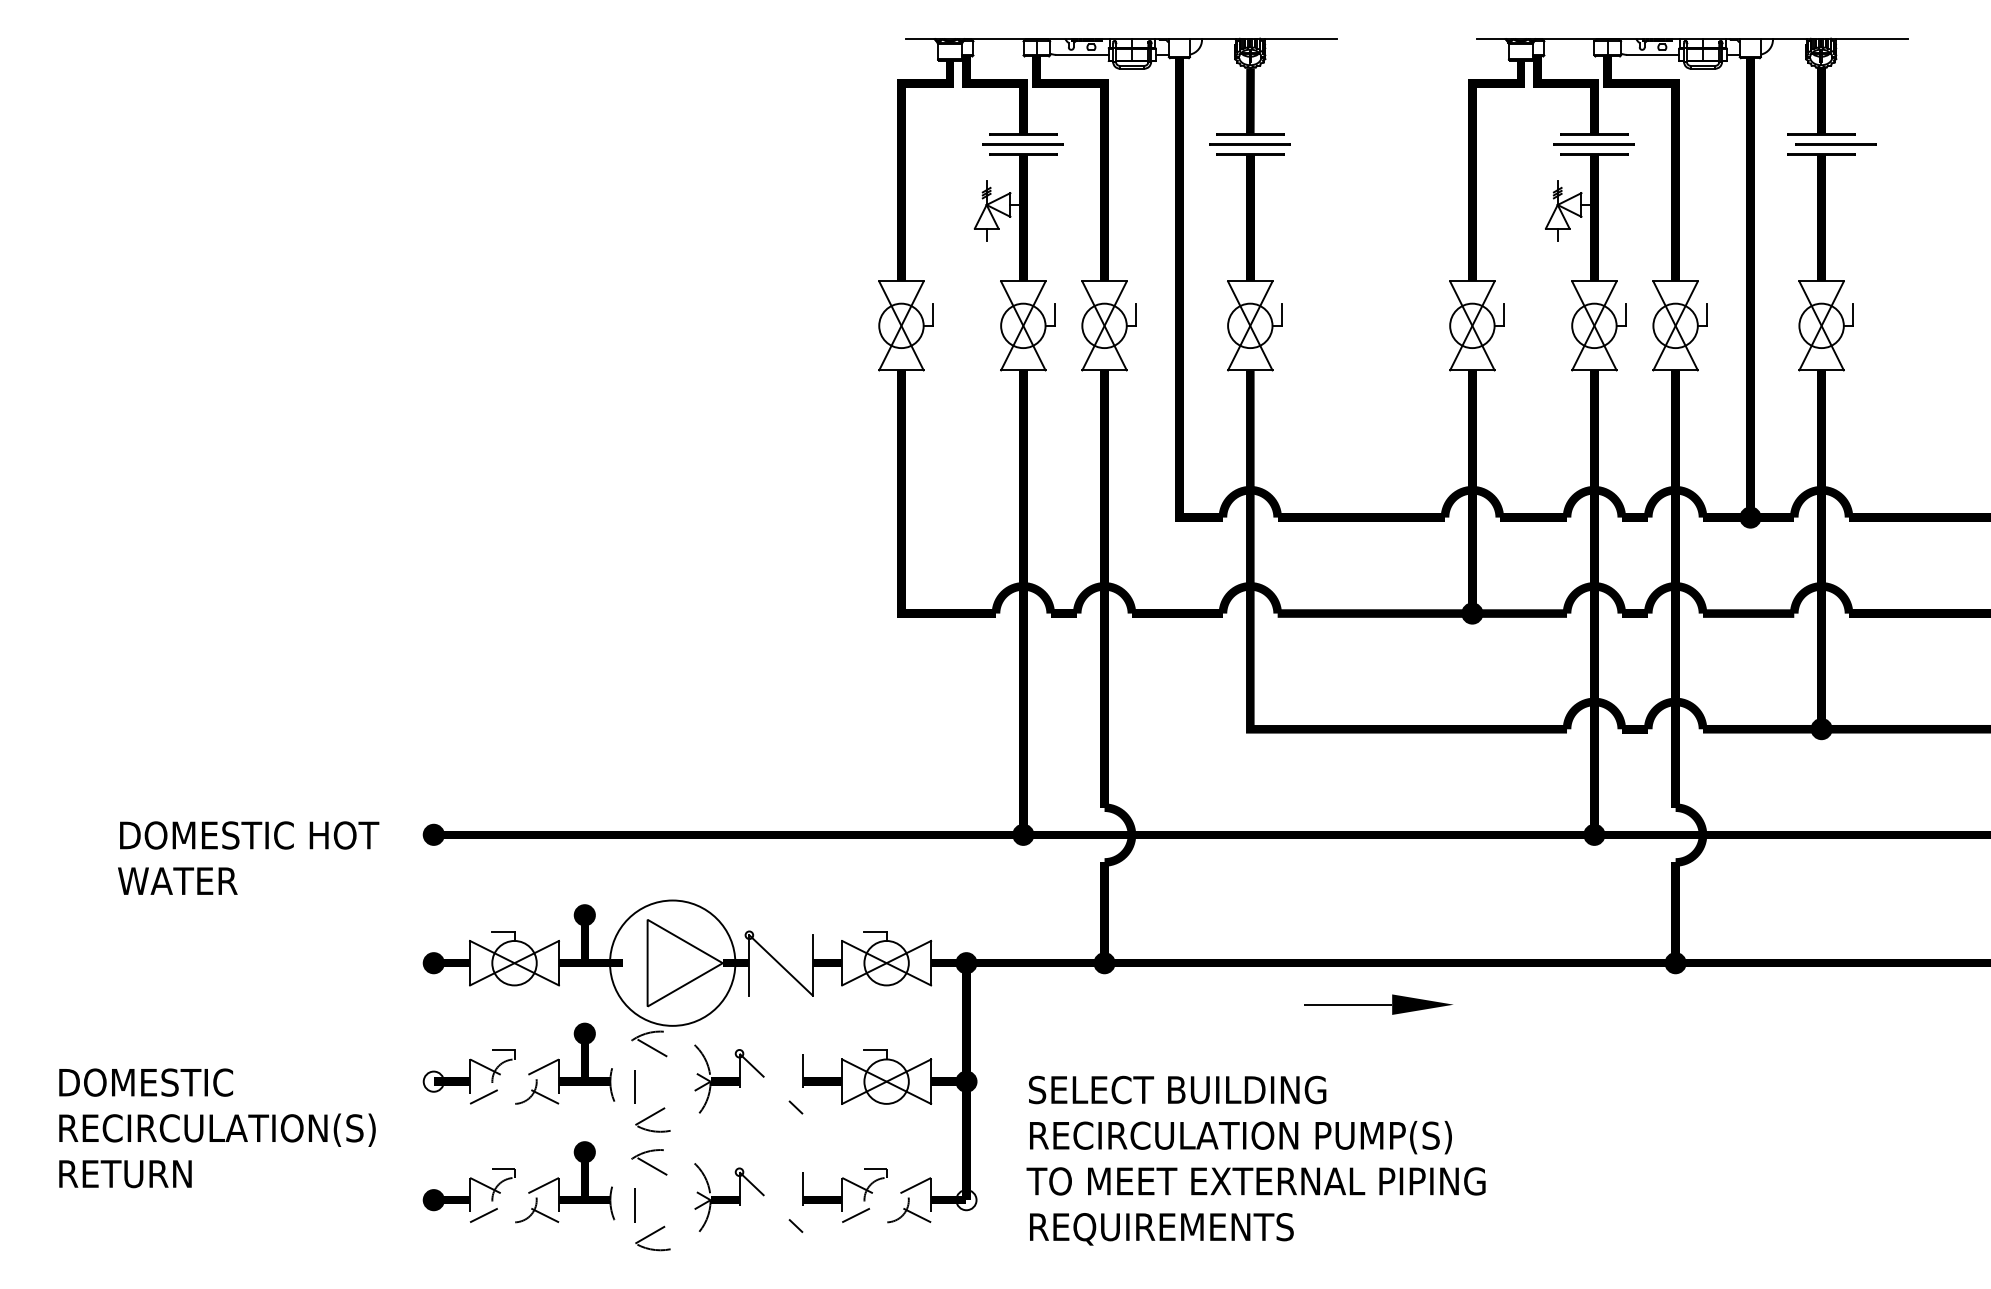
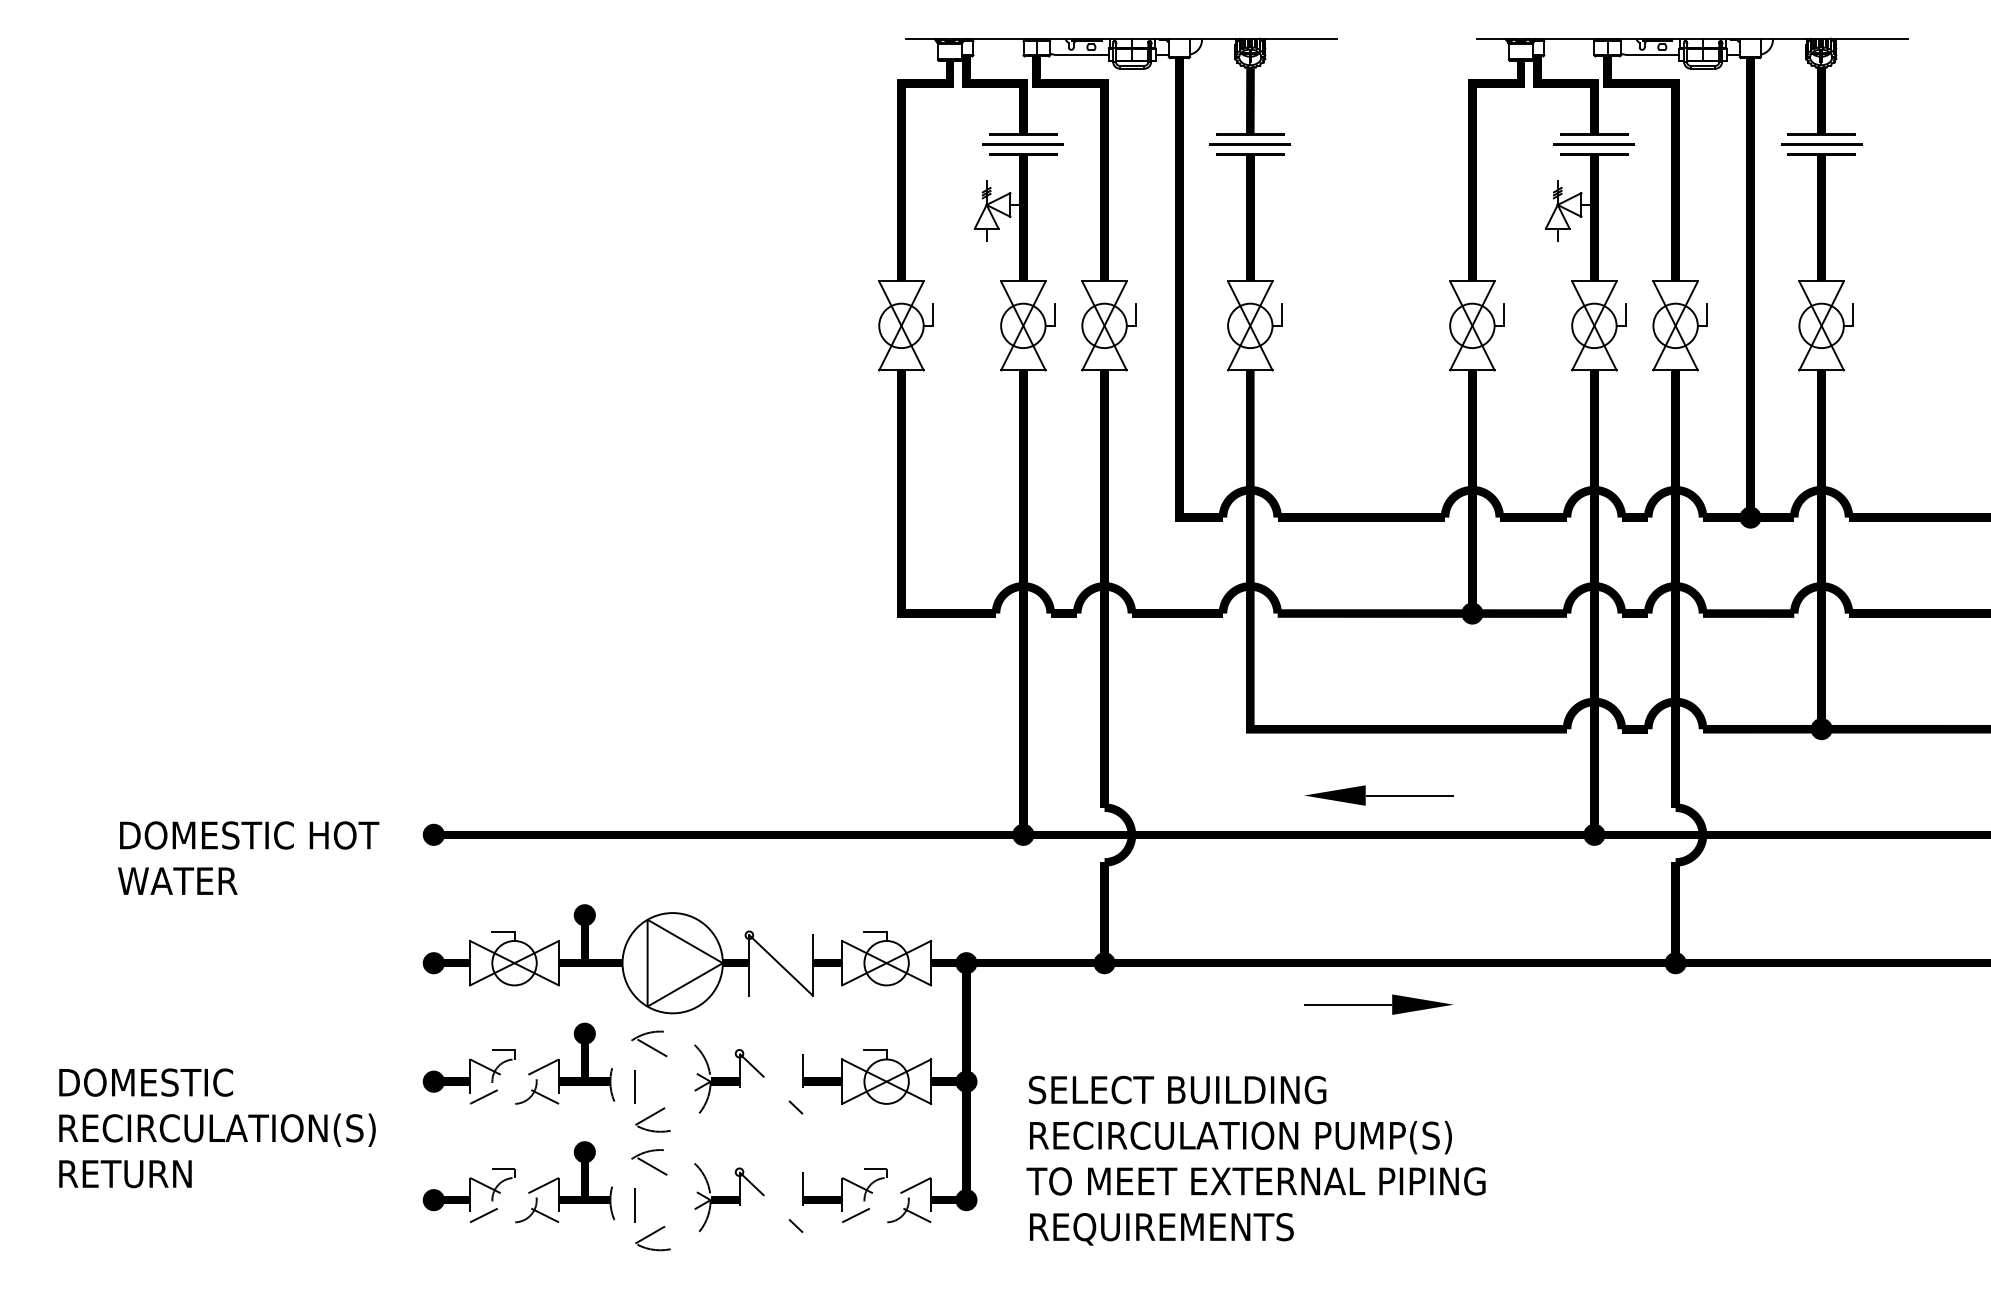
line at (1835, 144) position: (1835, 144) -> (1821, 144)
part at (1378, 795): none -> present
circle at (672, 962) diameter: 125 px -> 100 px
fill at (433, 1081): none -> present
fill at (966, 1200): none -> present
